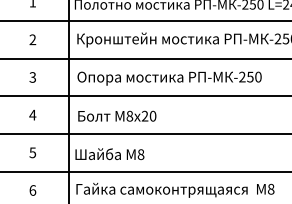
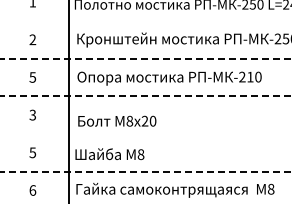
line at (145, 21): present -> none
line at (146, 58): solid -> dashed
text at (250, 76): -250 -> -210
text at (32, 77): 3 -> 5
line at (146, 96): solid -> dashed
text at (32, 114): 4 -> 3
text at (117, 115) position: (117, 115) -> (117, 120)
line at (145, 134): present -> none
line at (146, 171): solid -> dashed
